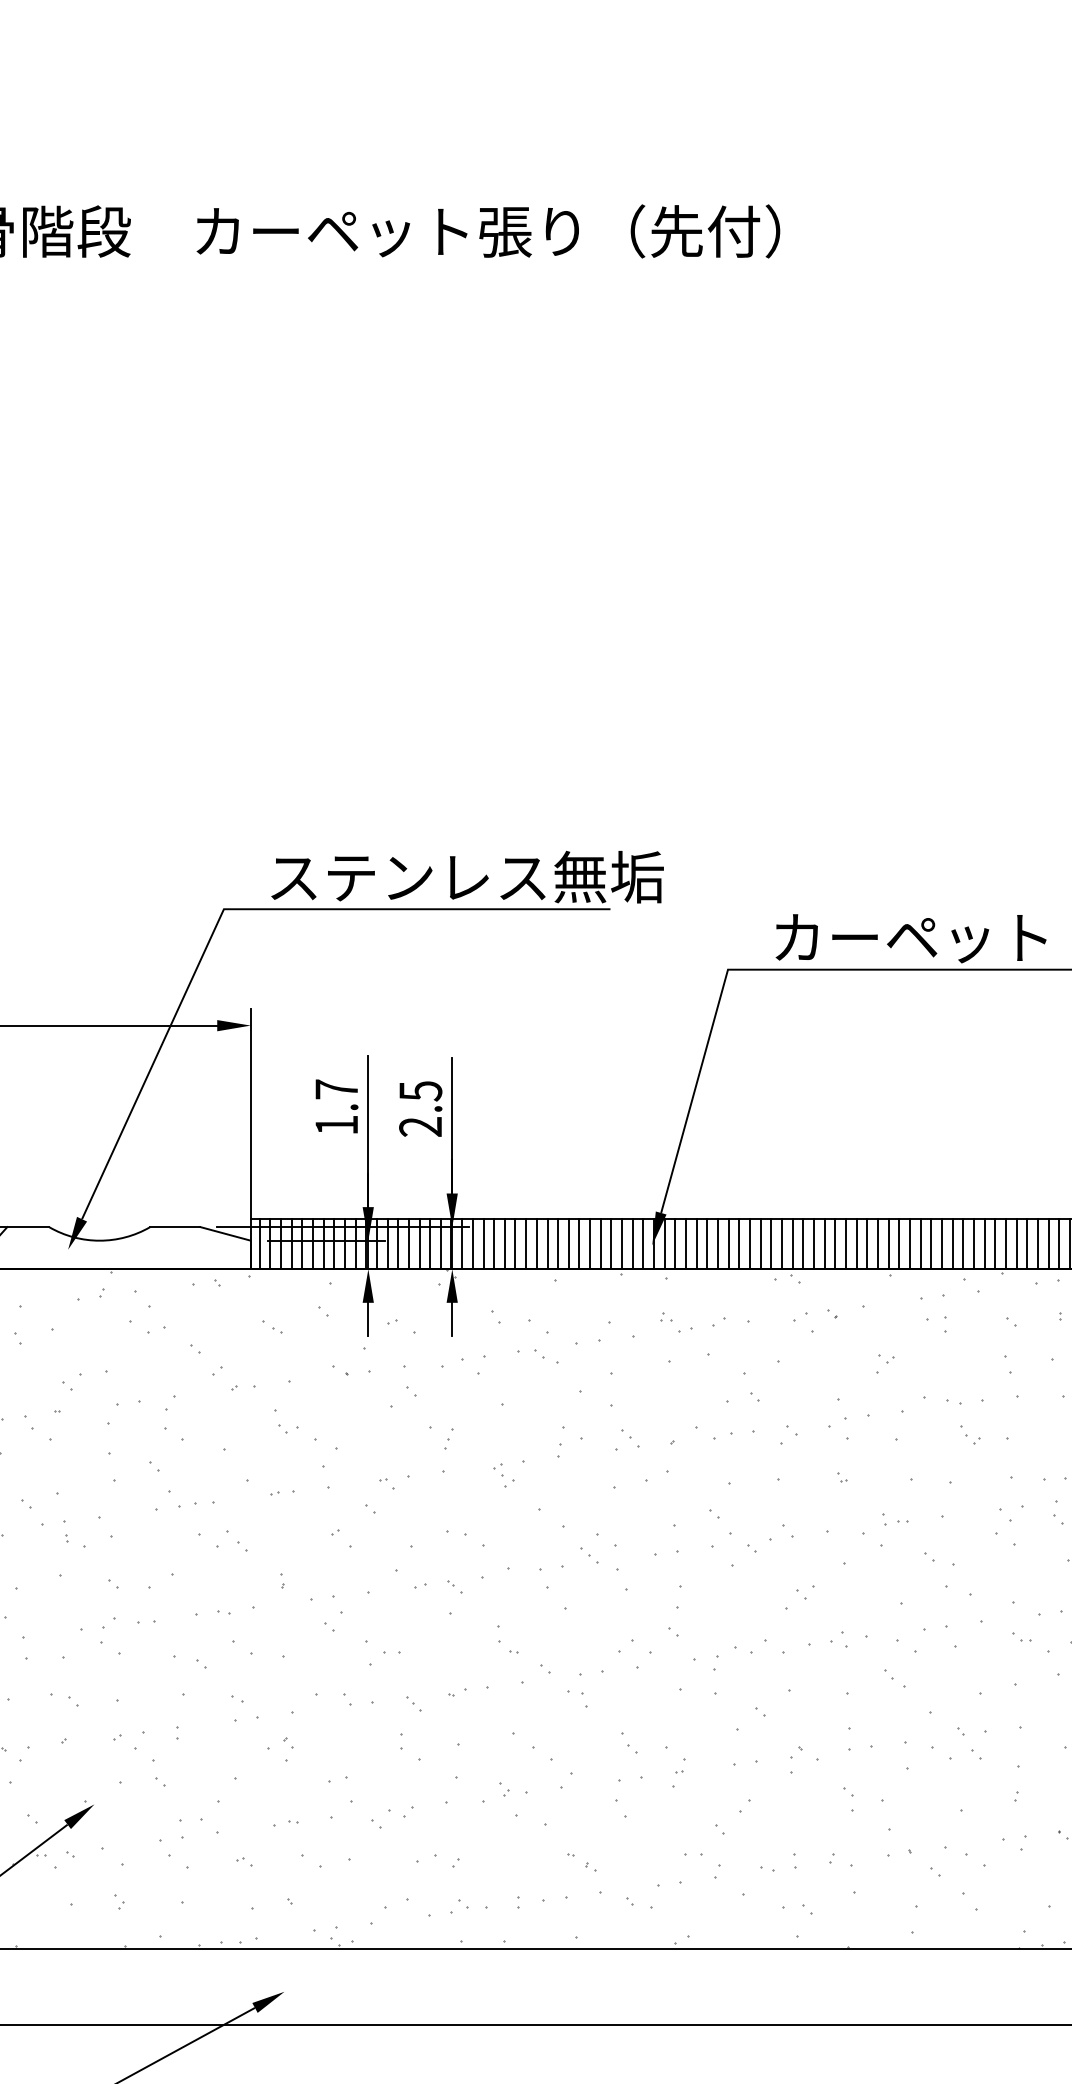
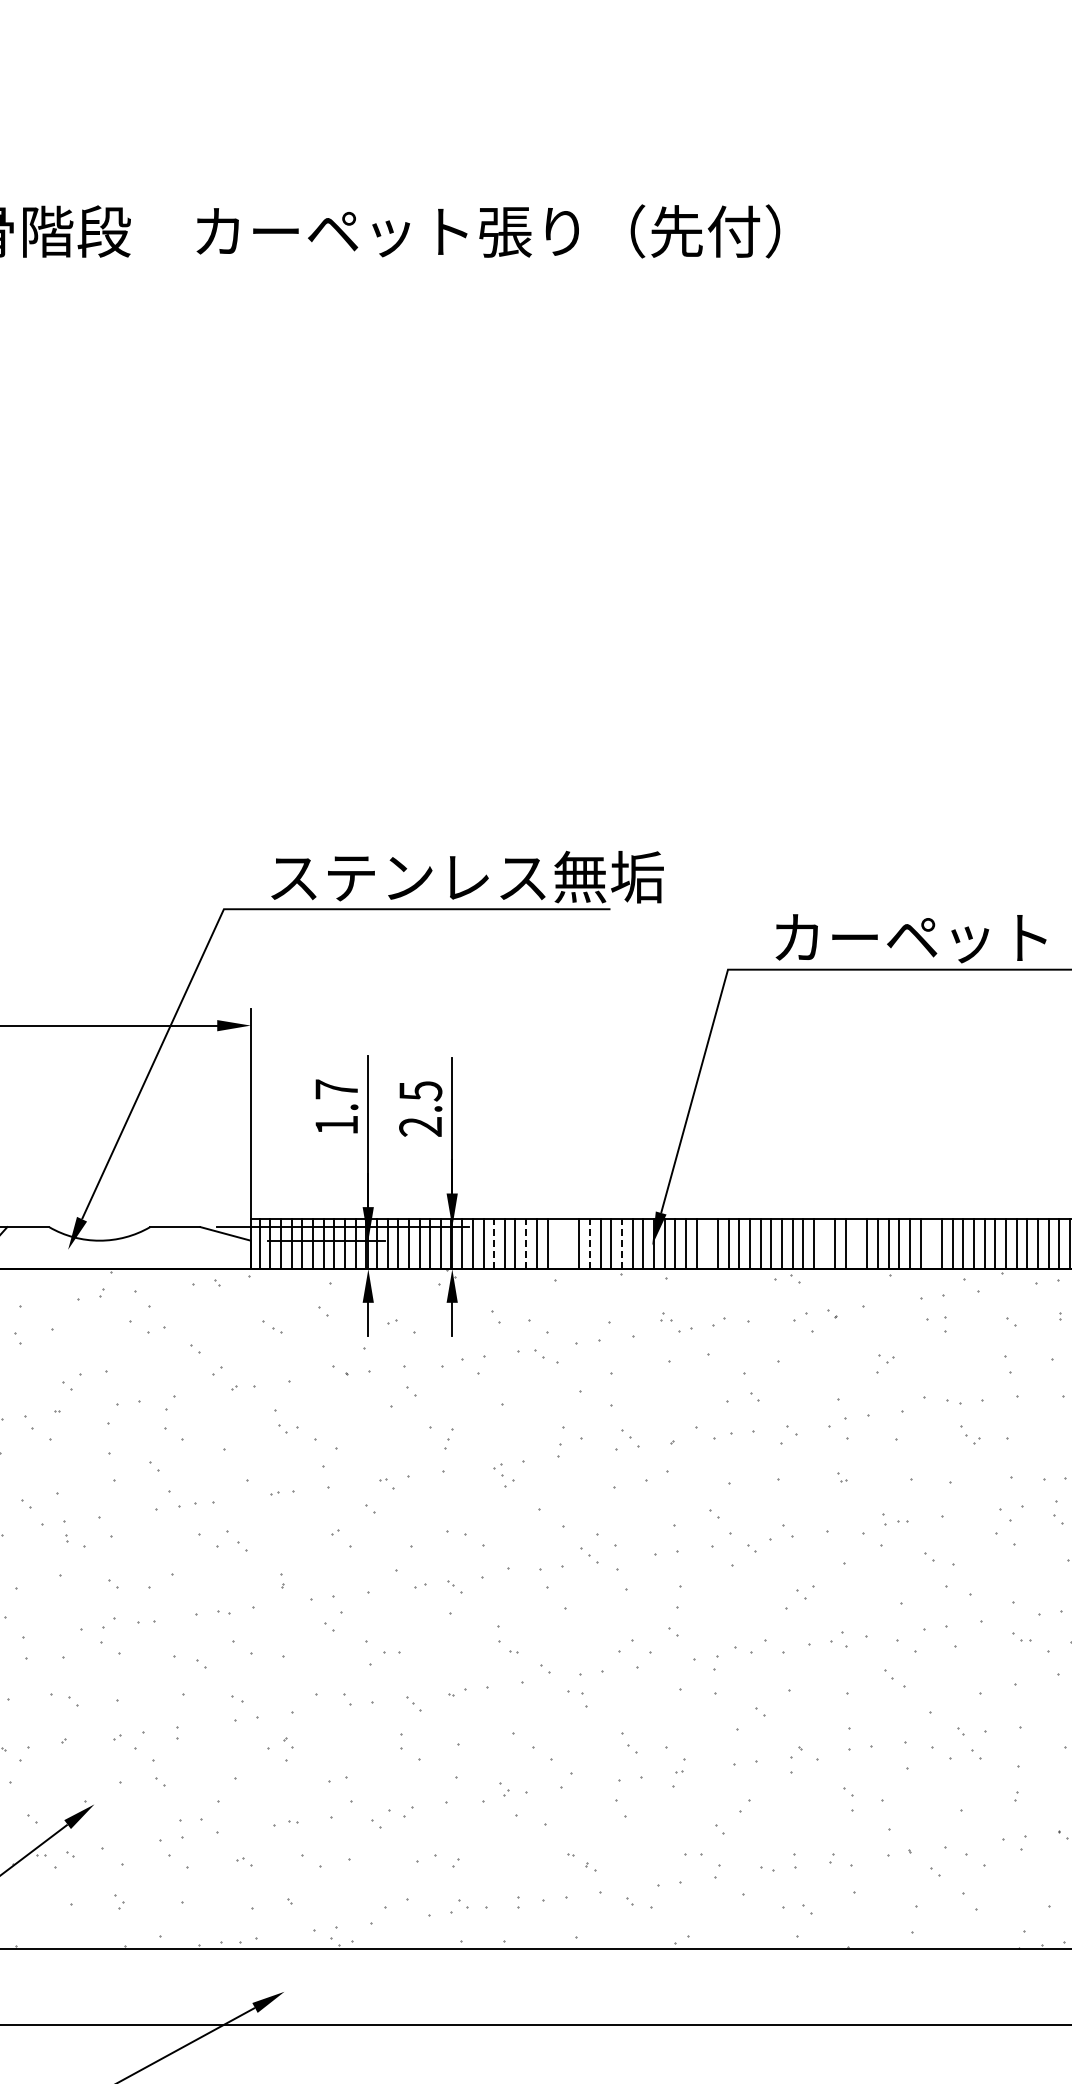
line at (494, 1243): solid -> dashed
line at (526, 1243): solid -> dashed
line at (558, 1243): present -> none
line at (568, 1243): present -> none
line at (590, 1243): solid -> dashed
line at (622, 1243): solid -> dashed
line at (707, 1243): present -> none
line at (824, 1243): present -> none
line at (856, 1243): present -> none
line at (931, 1243): present -> none
